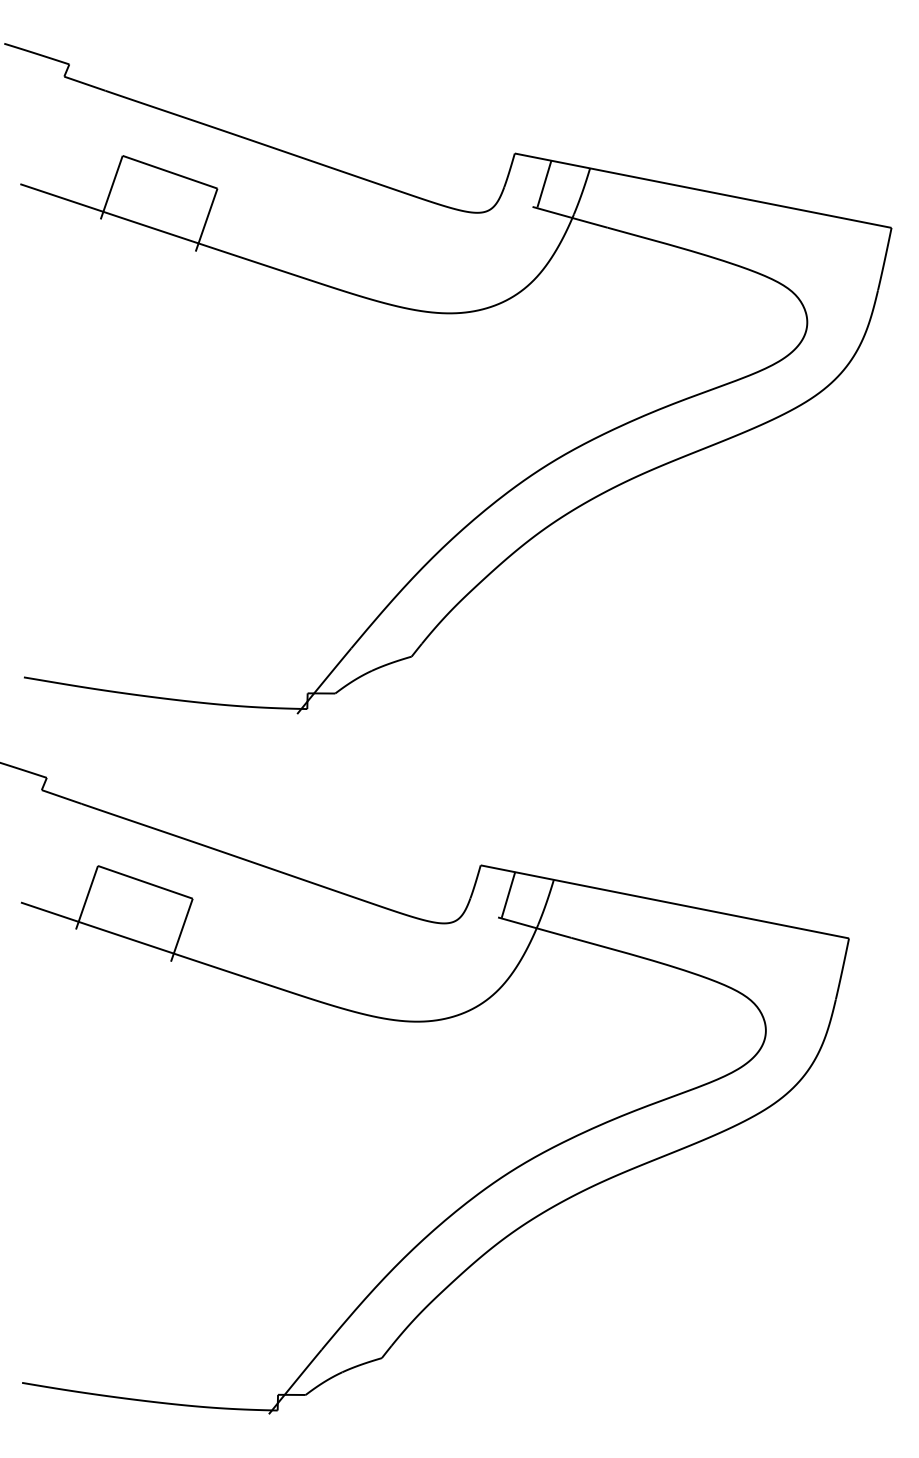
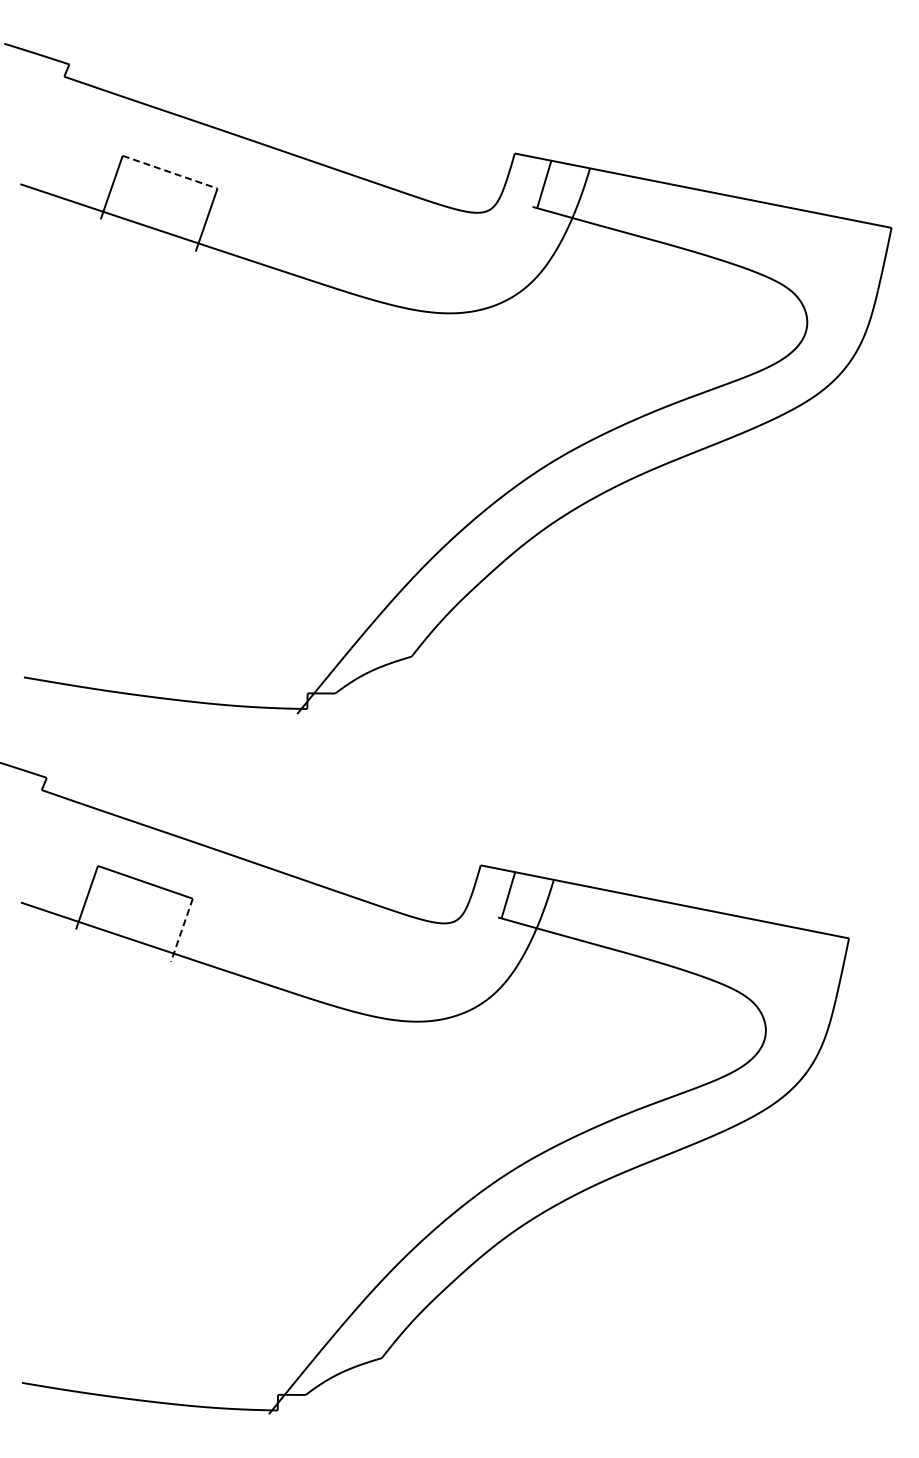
line at (170, 172): solid -> dashed
line at (181, 930): solid -> dashed
